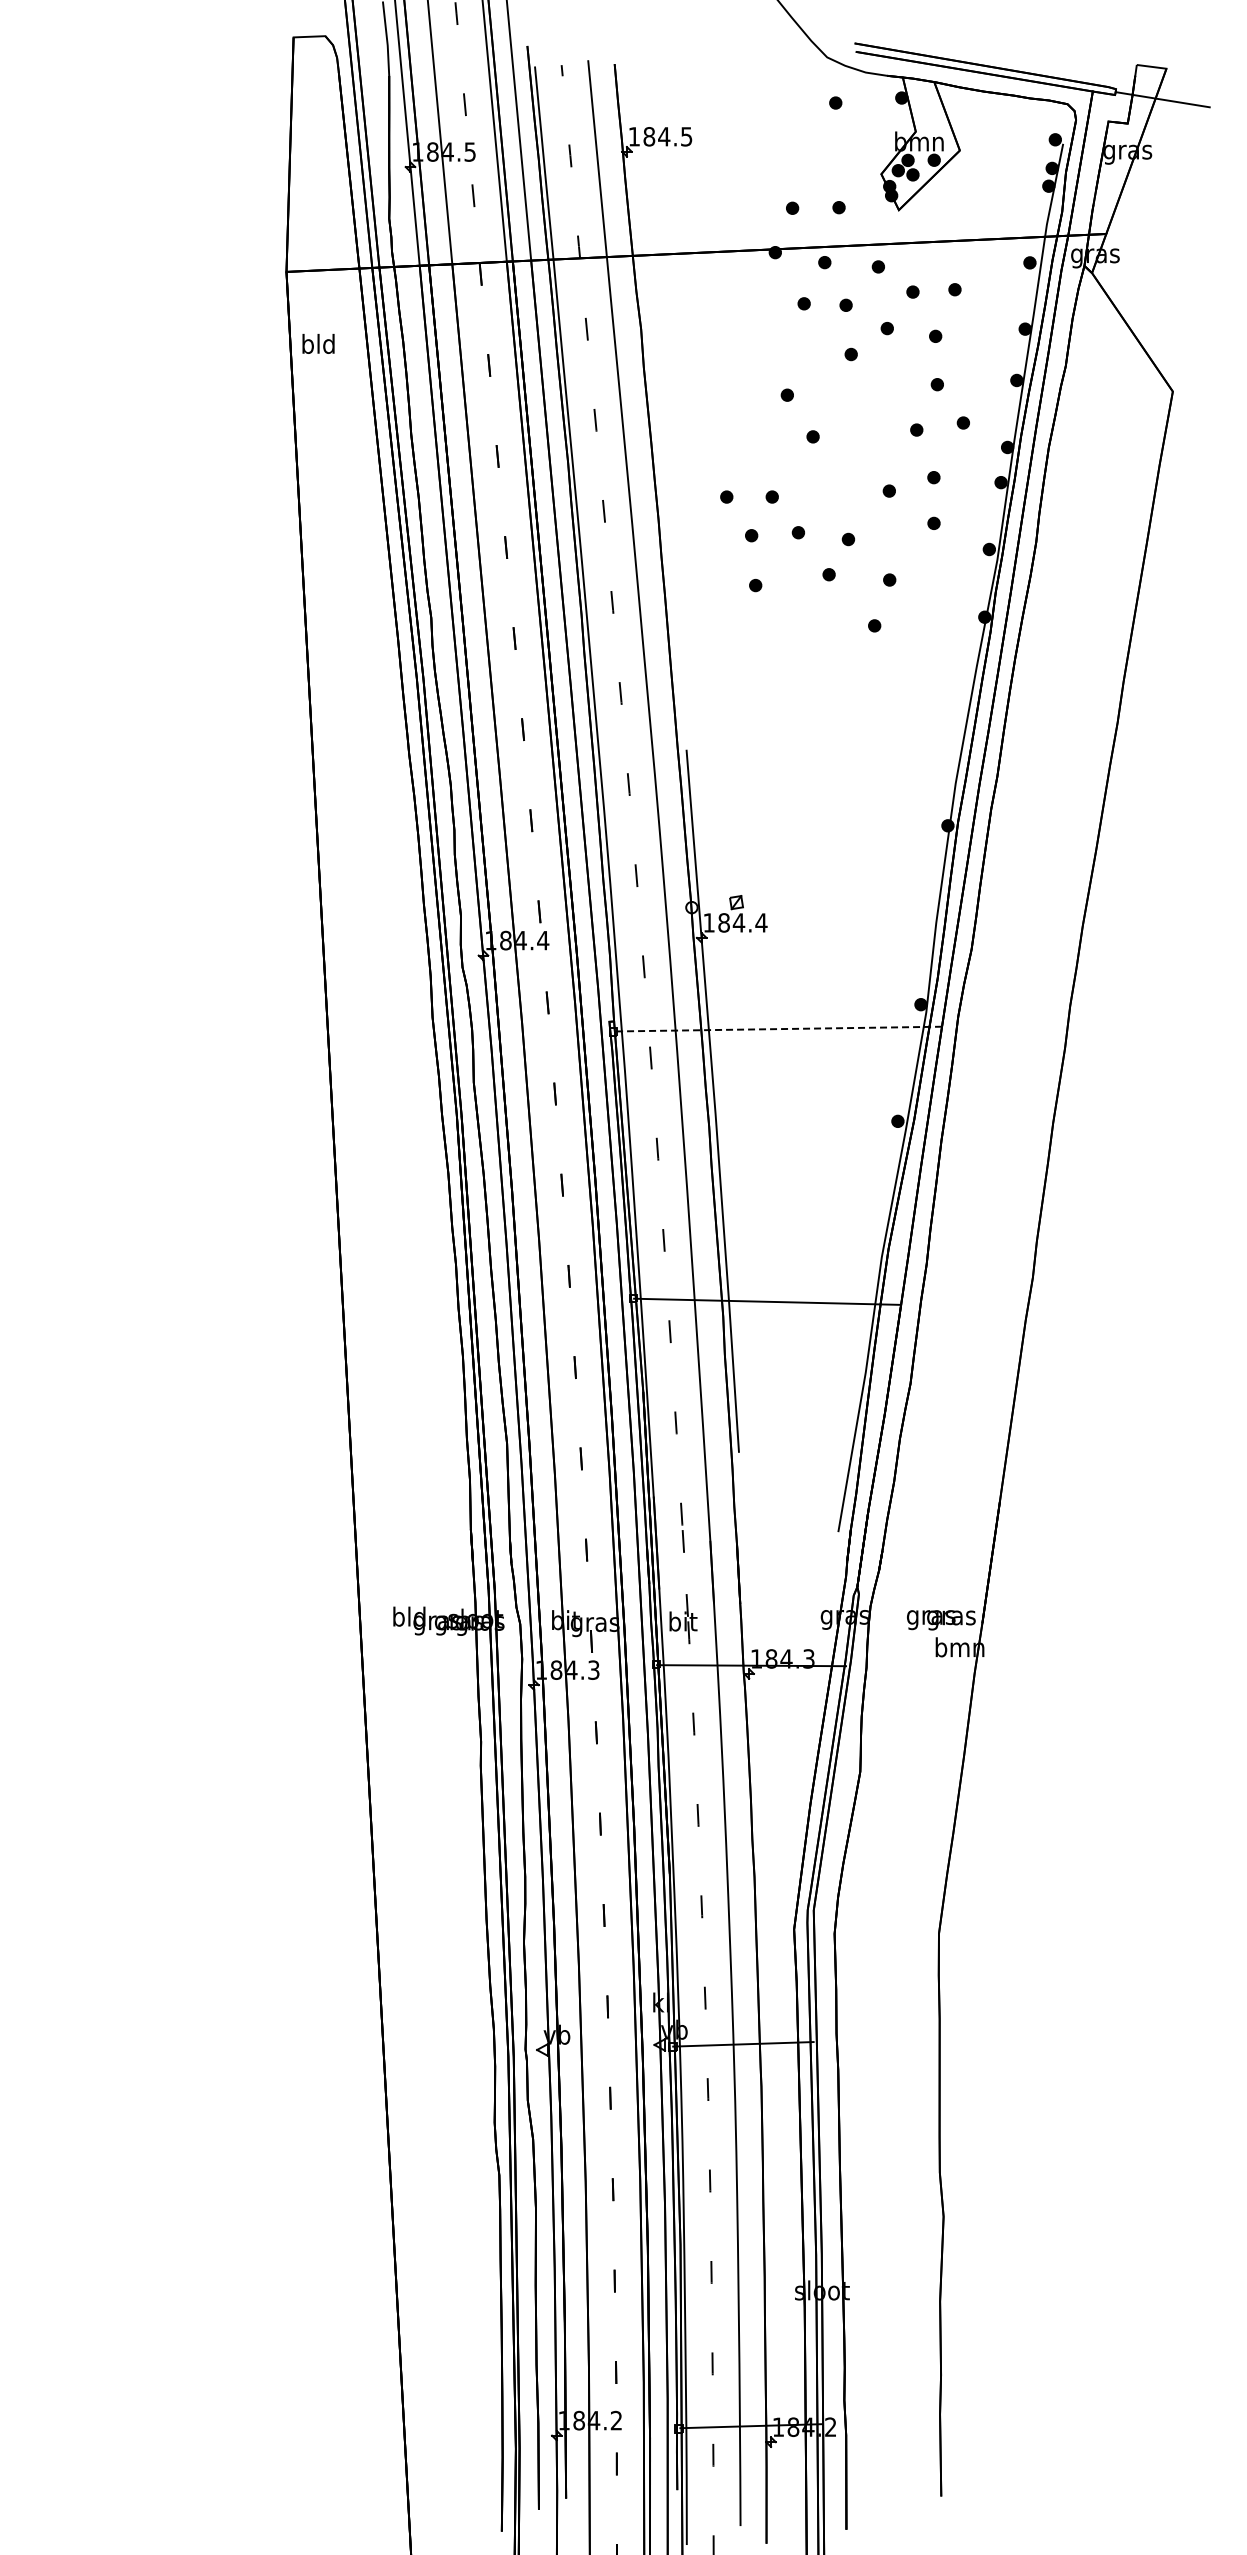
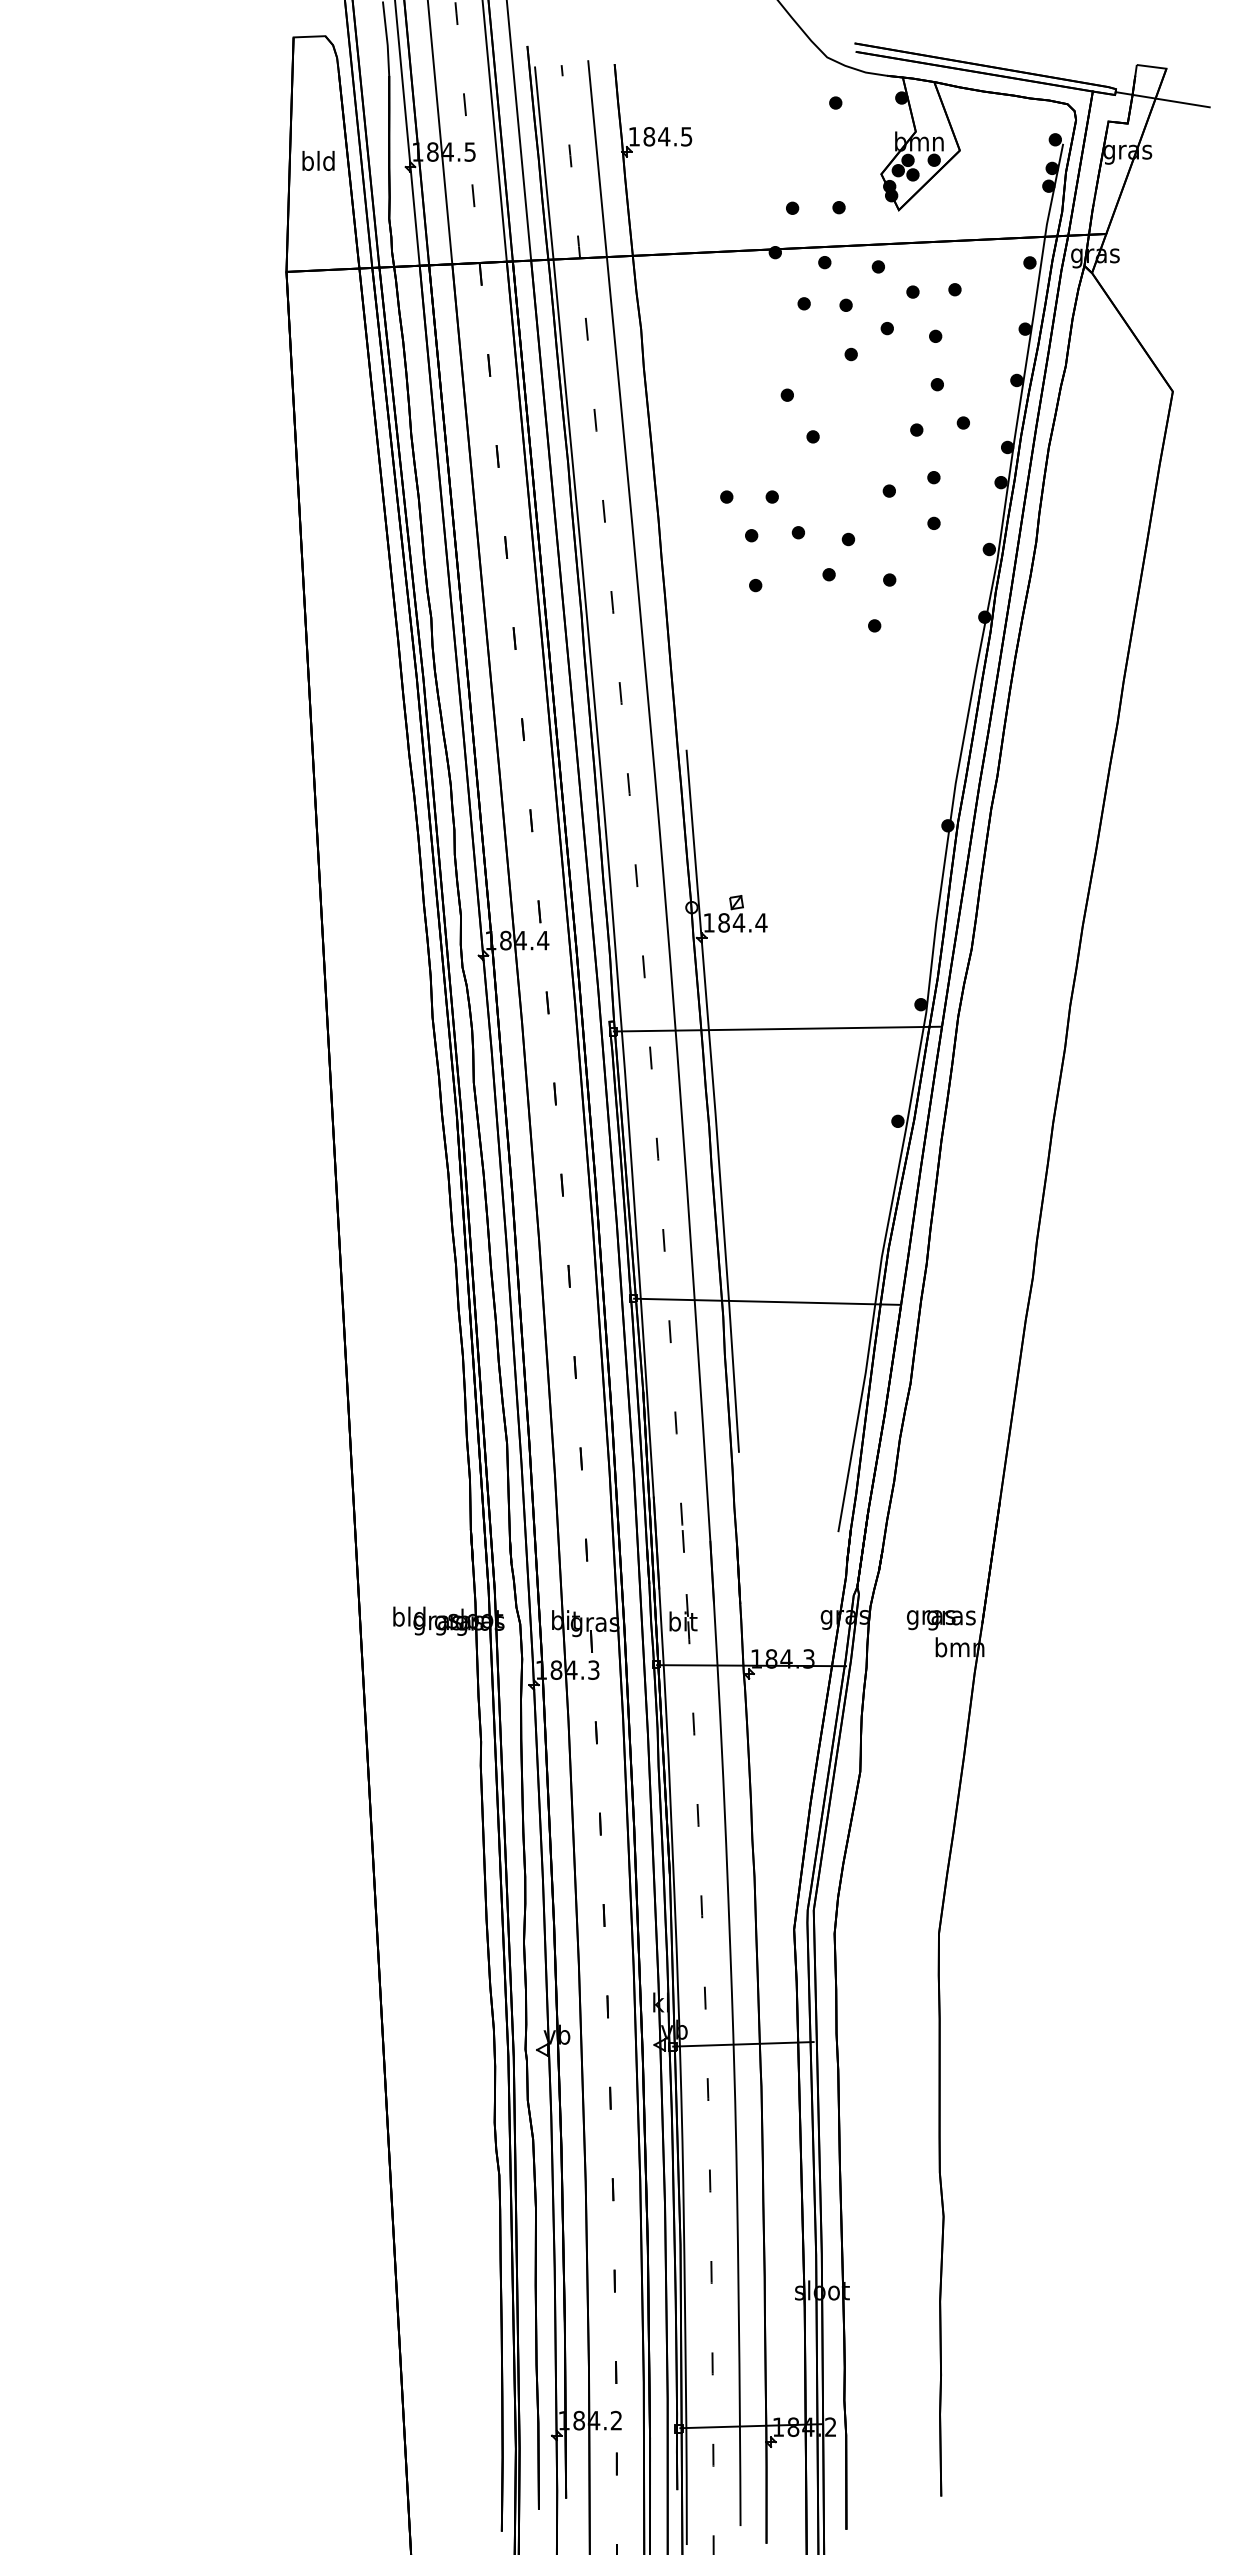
text at (318, 343) position: (318, 343) -> (318, 160)
line at (777, 1029): dashed -> solid
